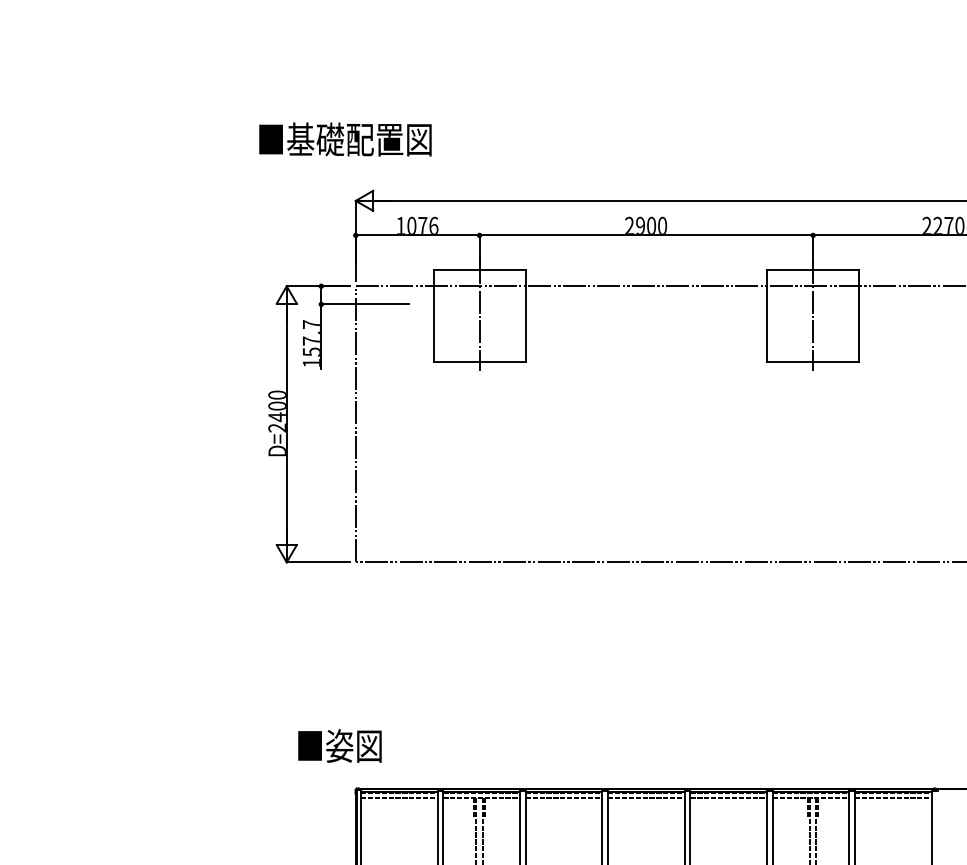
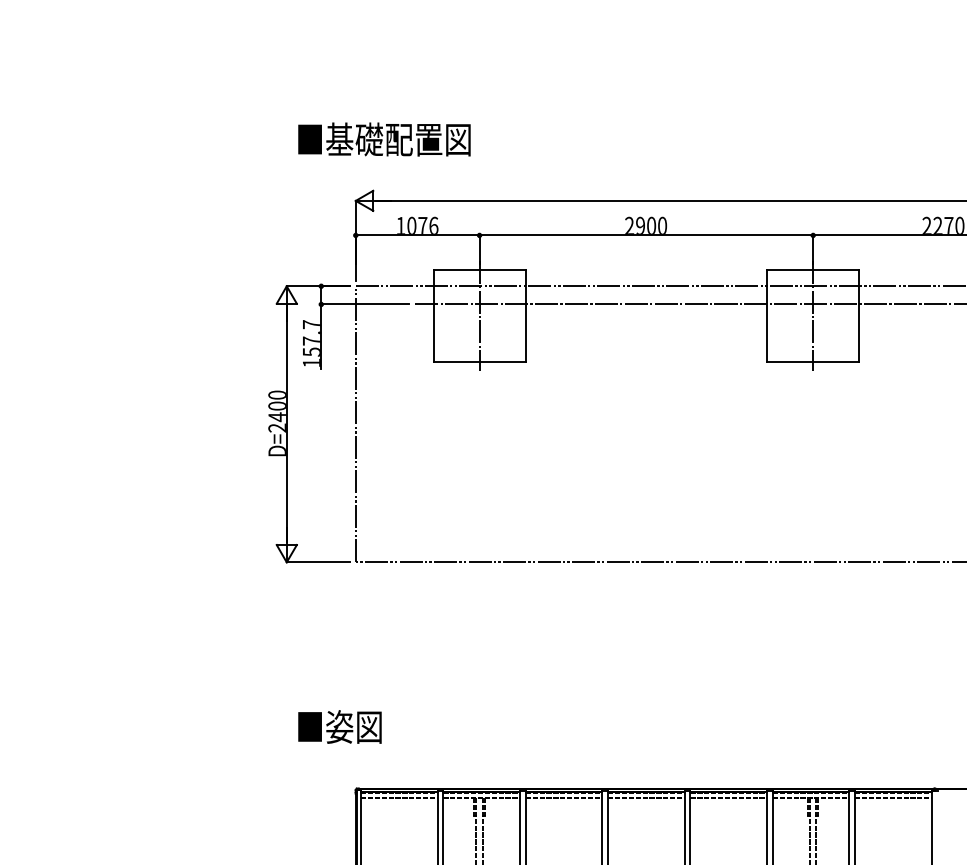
text at (345, 139) position: (345, 139) -> (384, 139)
line at (689, 304): none -> present
text at (339, 745) position: (339, 745) -> (339, 726)
